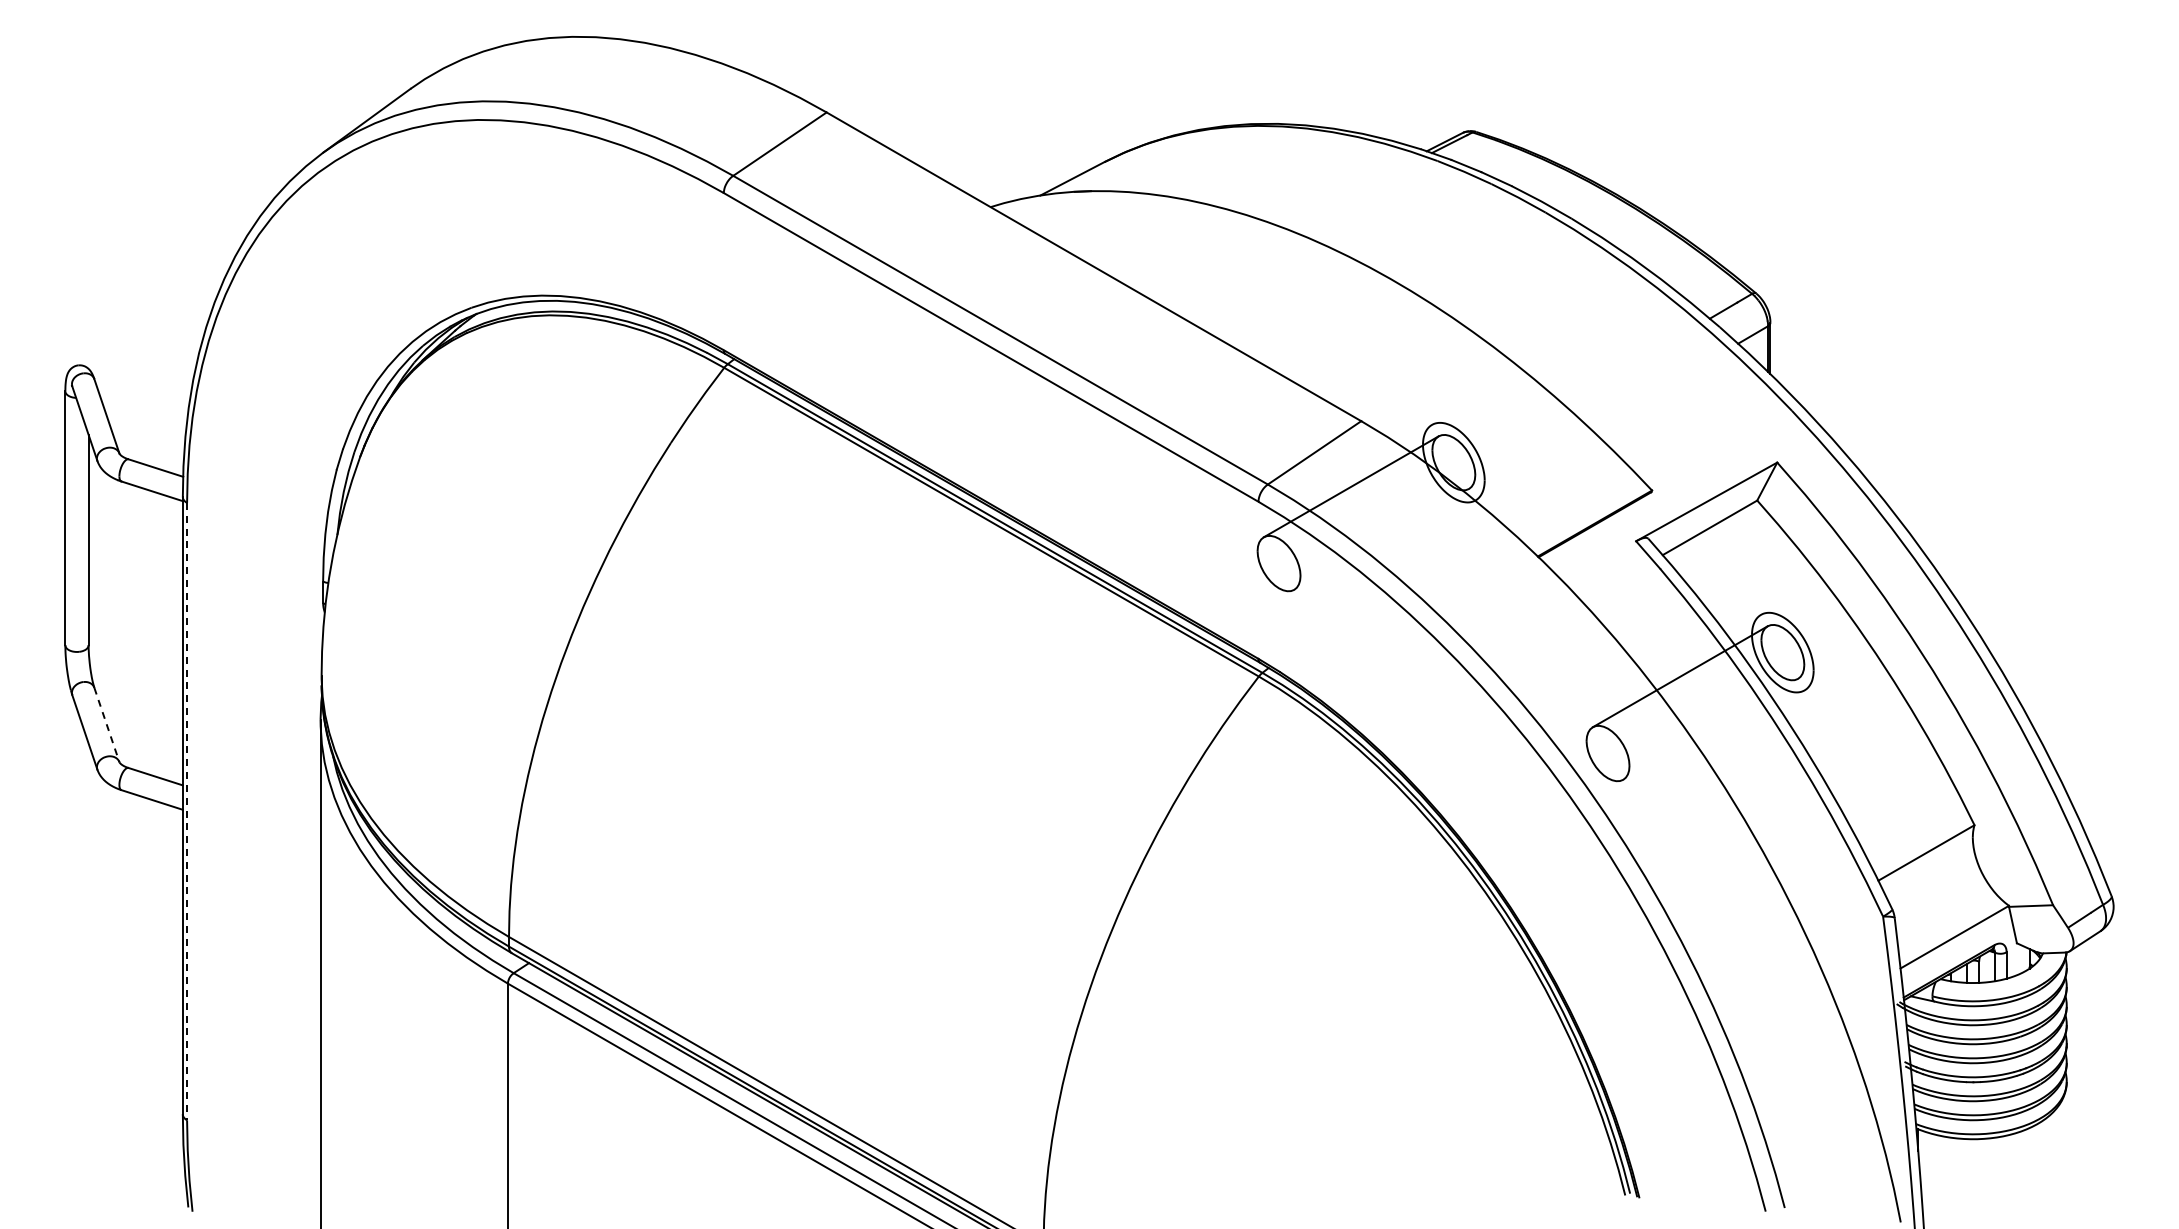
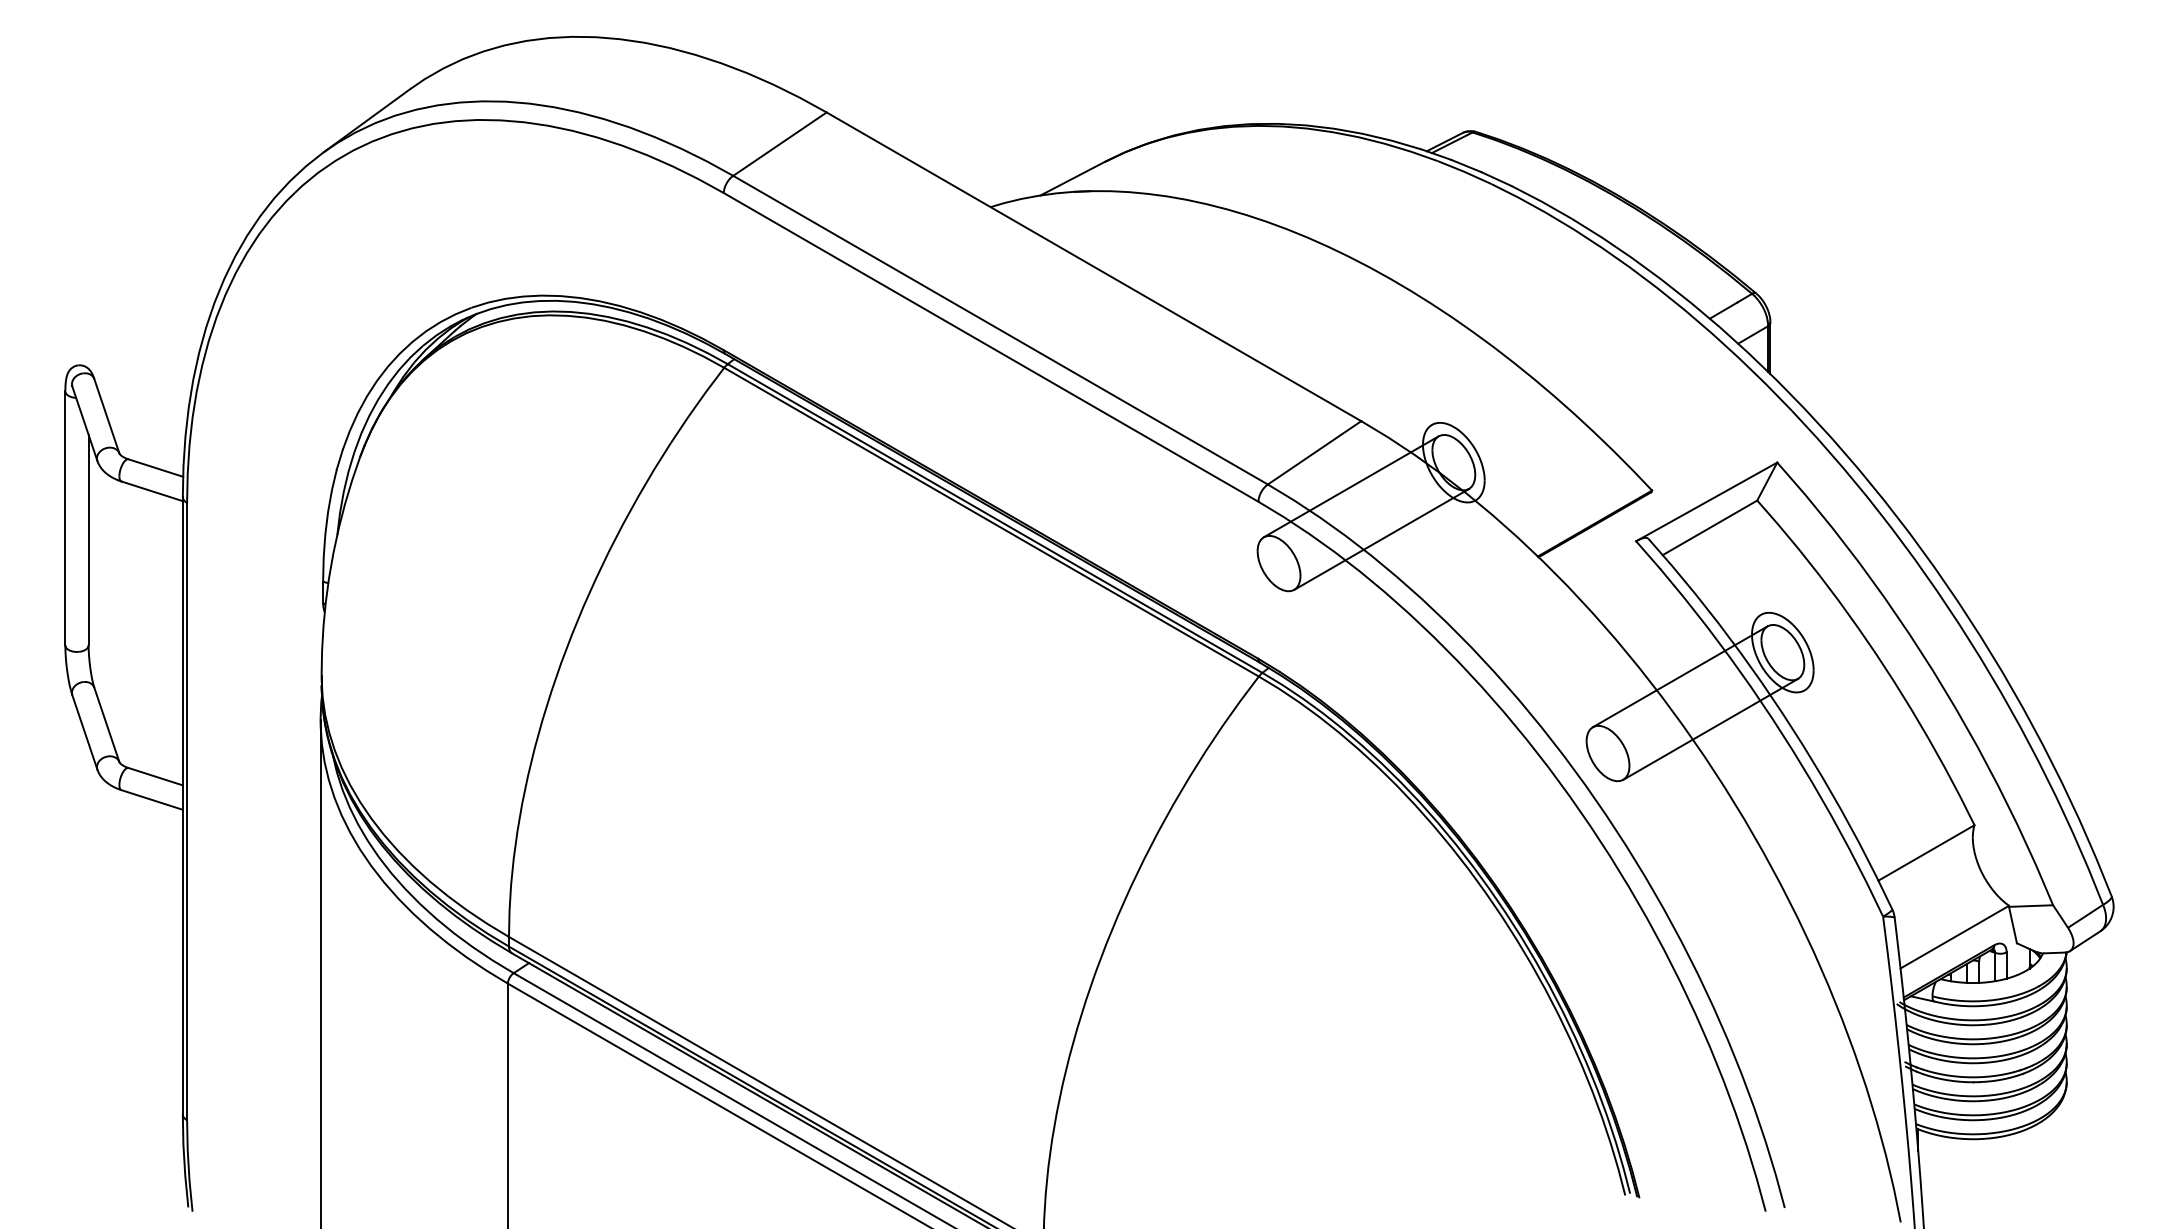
line at (1381, 538): none -> present
line at (107, 725): dashed -> solid
line at (1710, 728): none -> present
line at (187, 811): dashed -> solid
